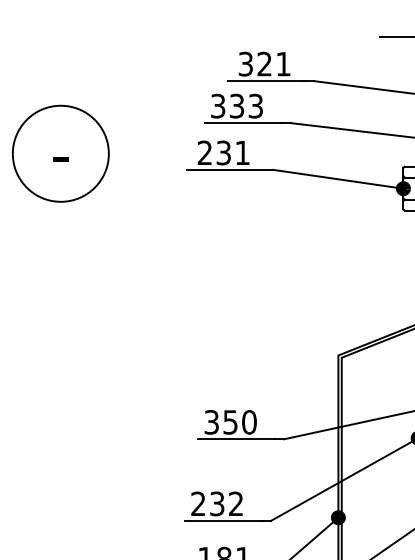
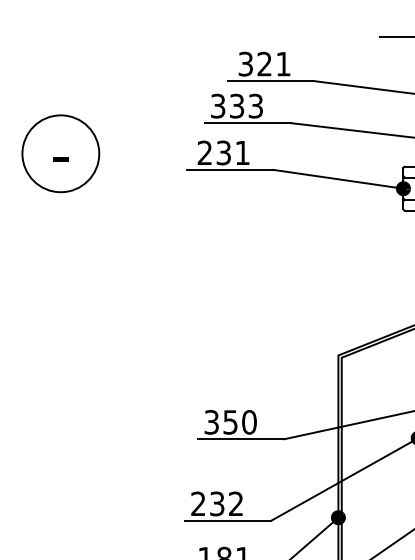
circle at (60, 153) diameter: 96 px -> 77 px
